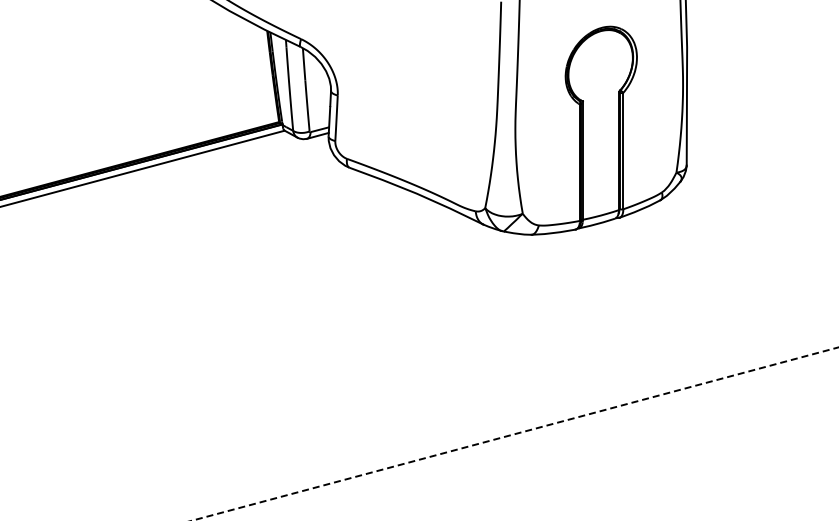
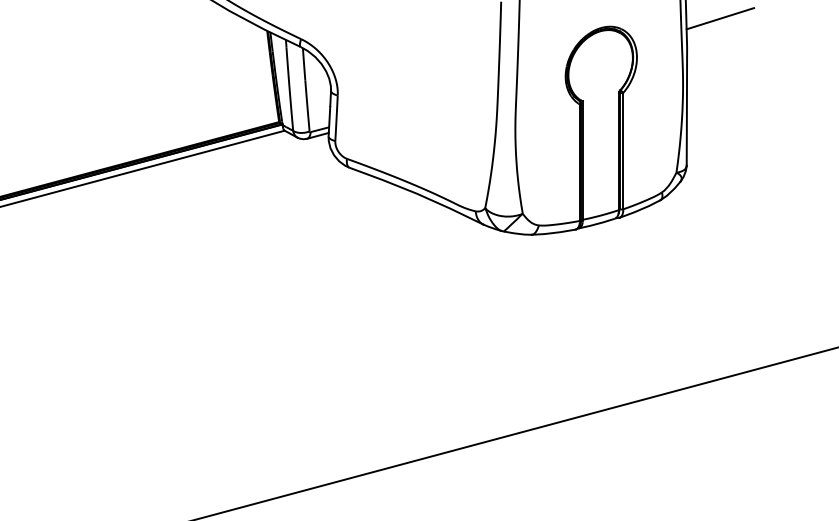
line at (720, 18): none -> present
line at (515, 434): dashed -> solid
